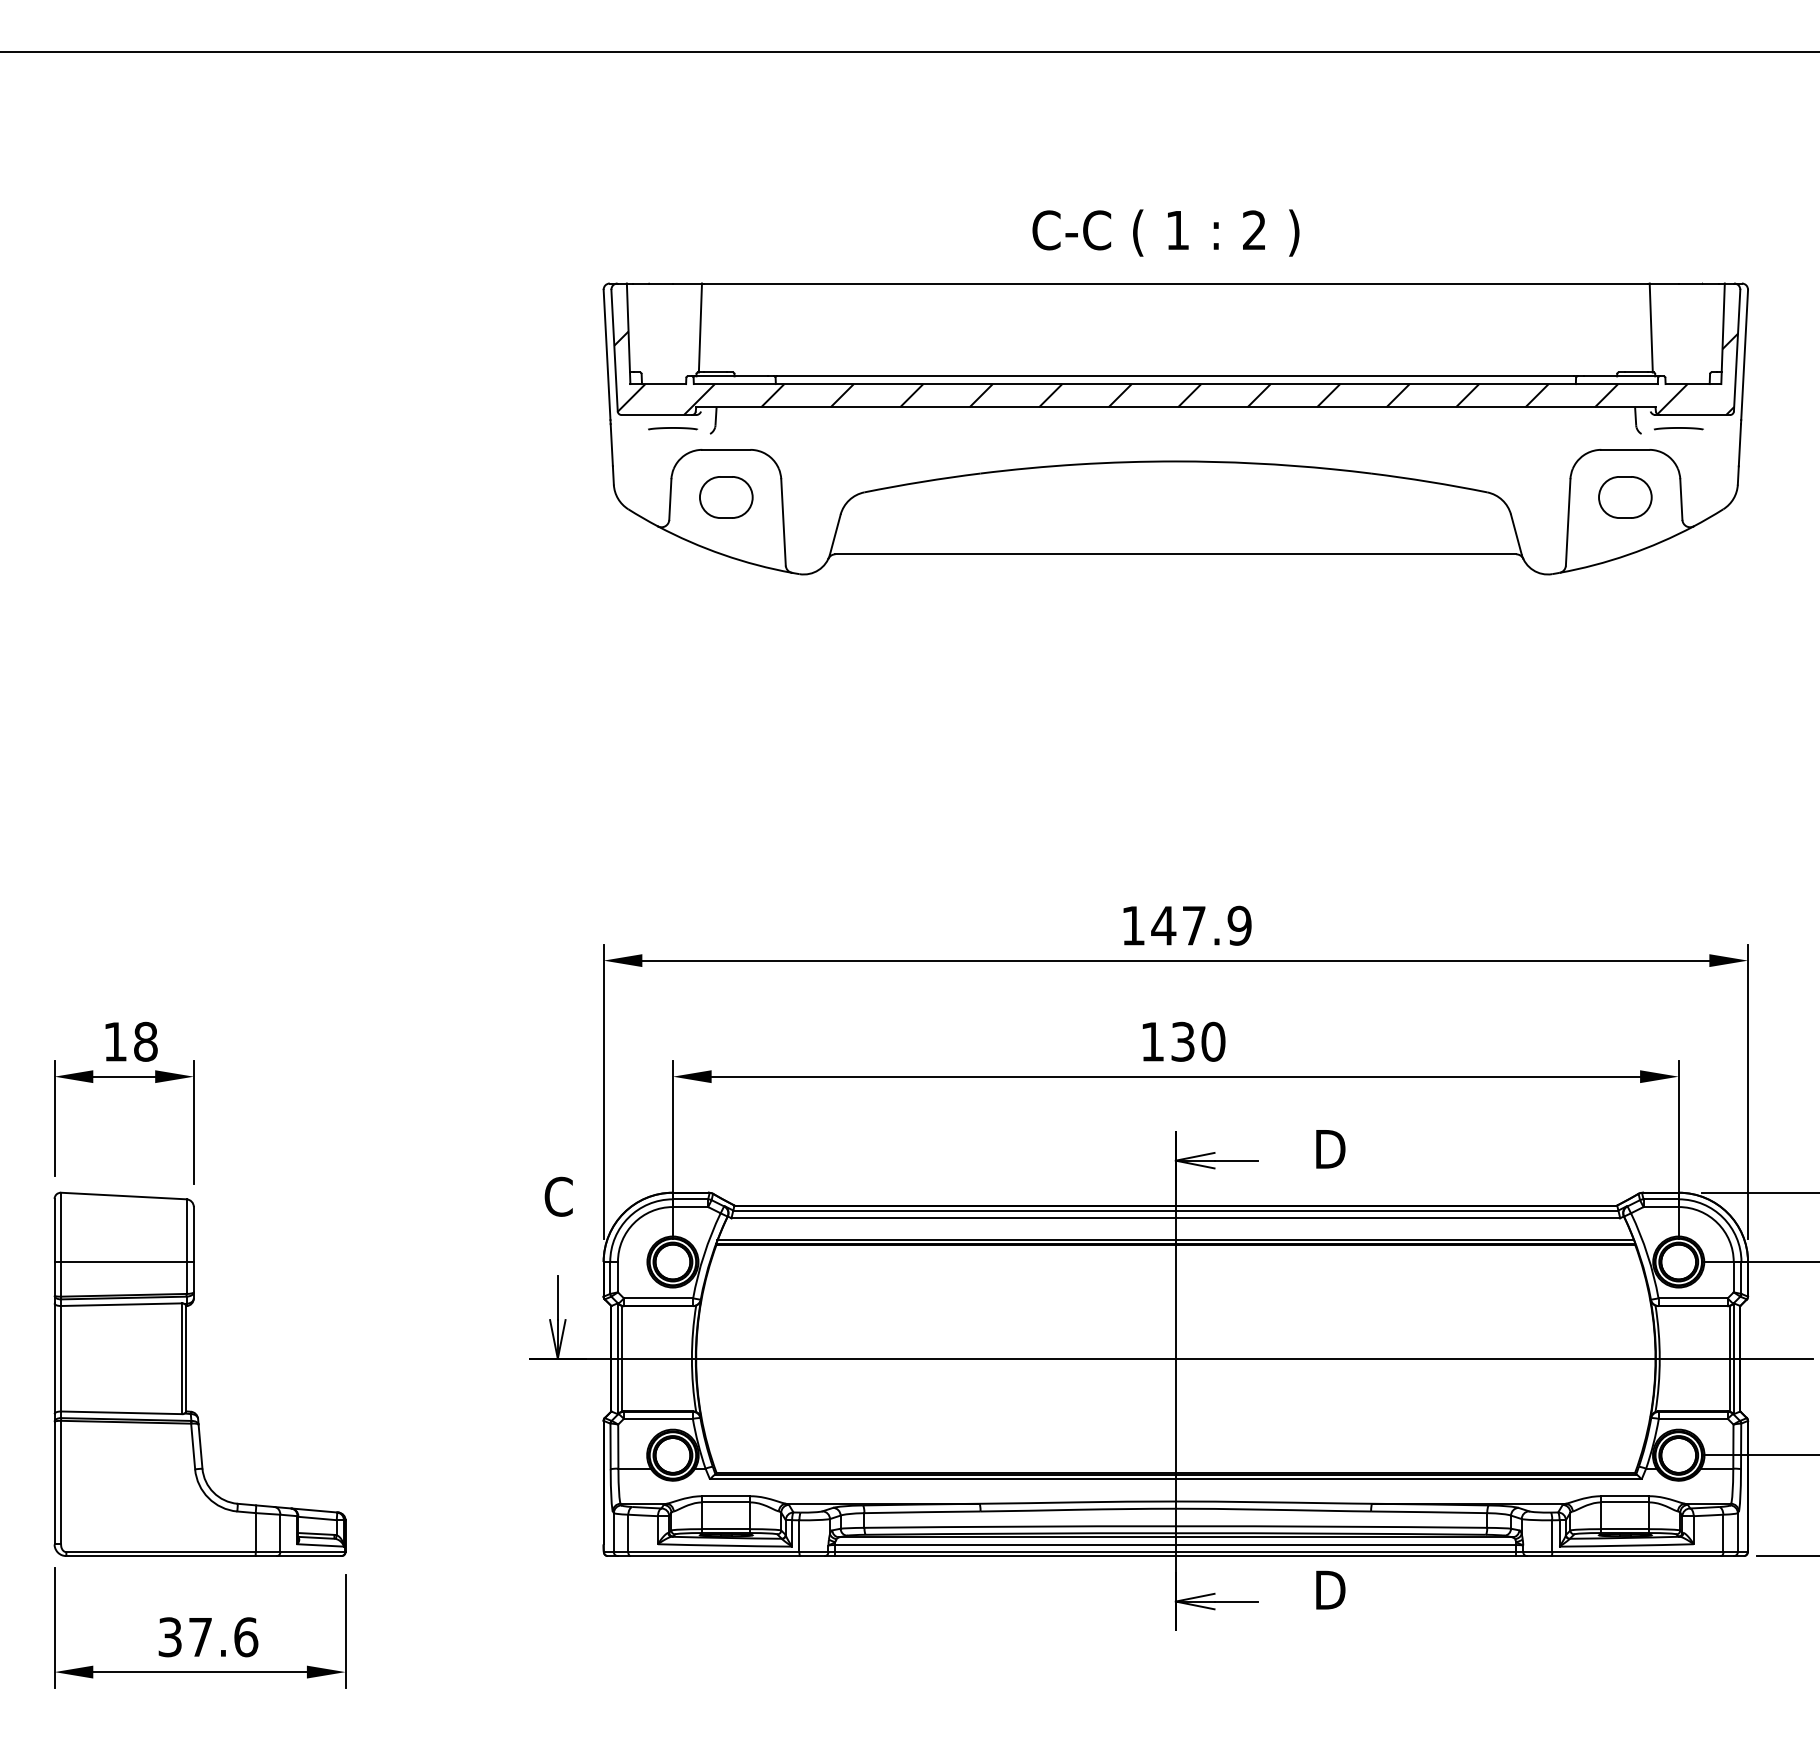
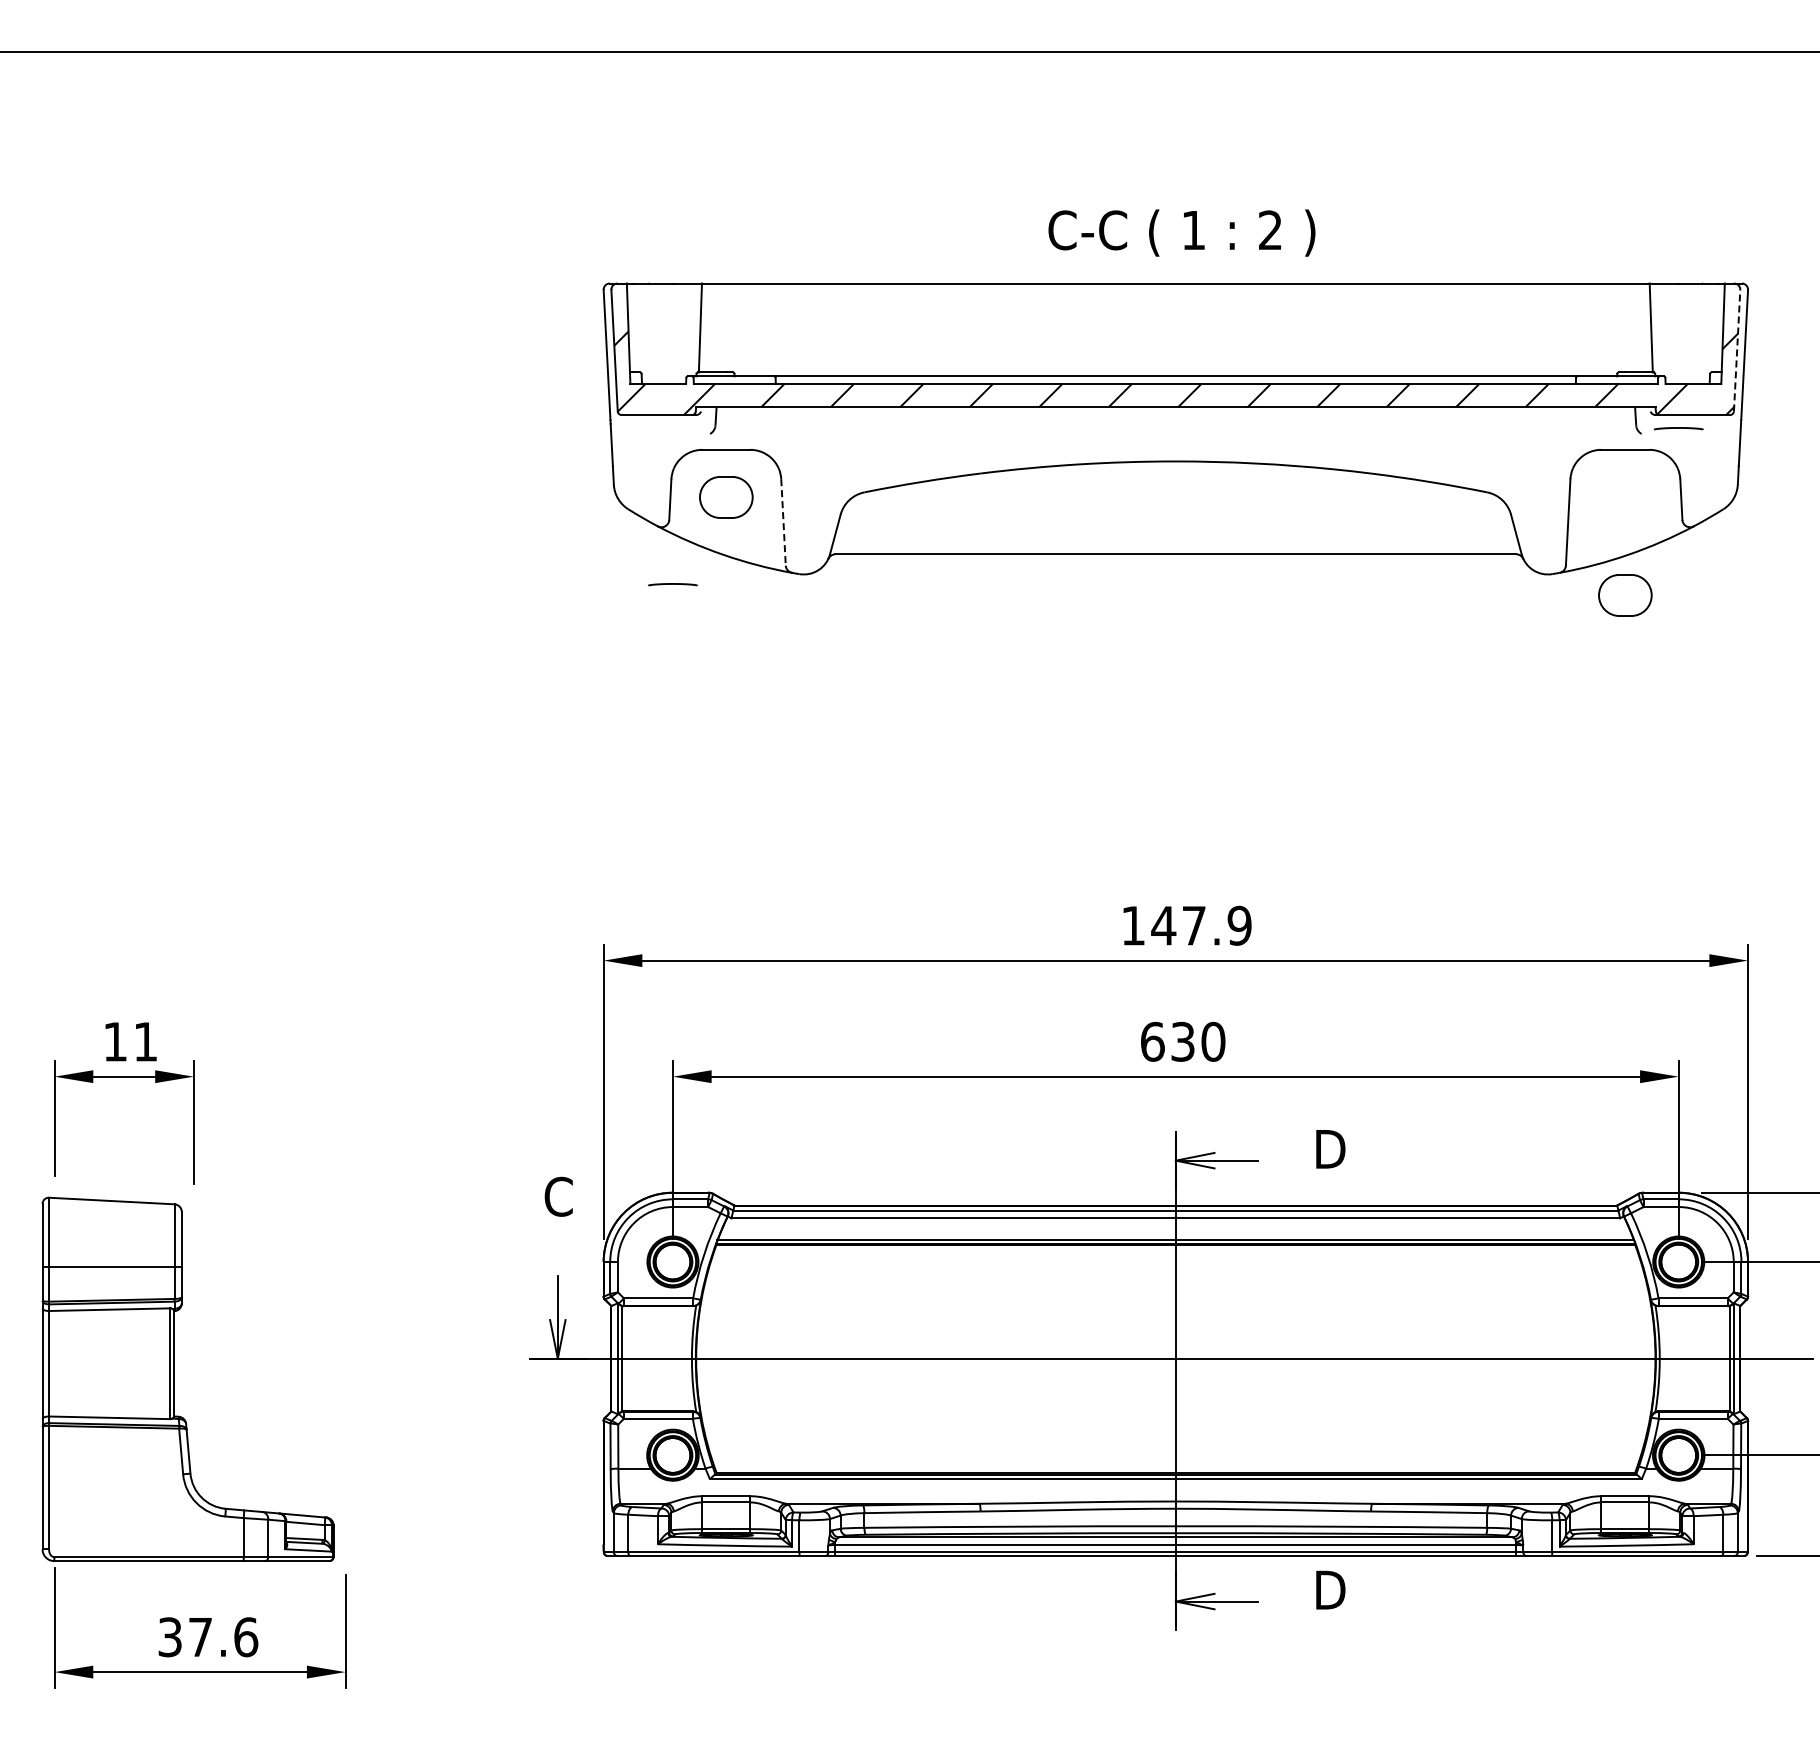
text at (1165, 232) position: (1165, 232) -> (1181, 232)
line at (1737, 350): solid -> dashed
line at (673, 428) position: (673, 428) -> (673, 584)
part at (1625, 497) position: (1625, 497) -> (1625, 595)
line at (783, 522): solid -> dashed
text at (145, 1041): 18 -> 11
text at (1152, 1041): 130 -> 630
part at (186, 1373) position: (186, 1373) -> (174, 1378)
